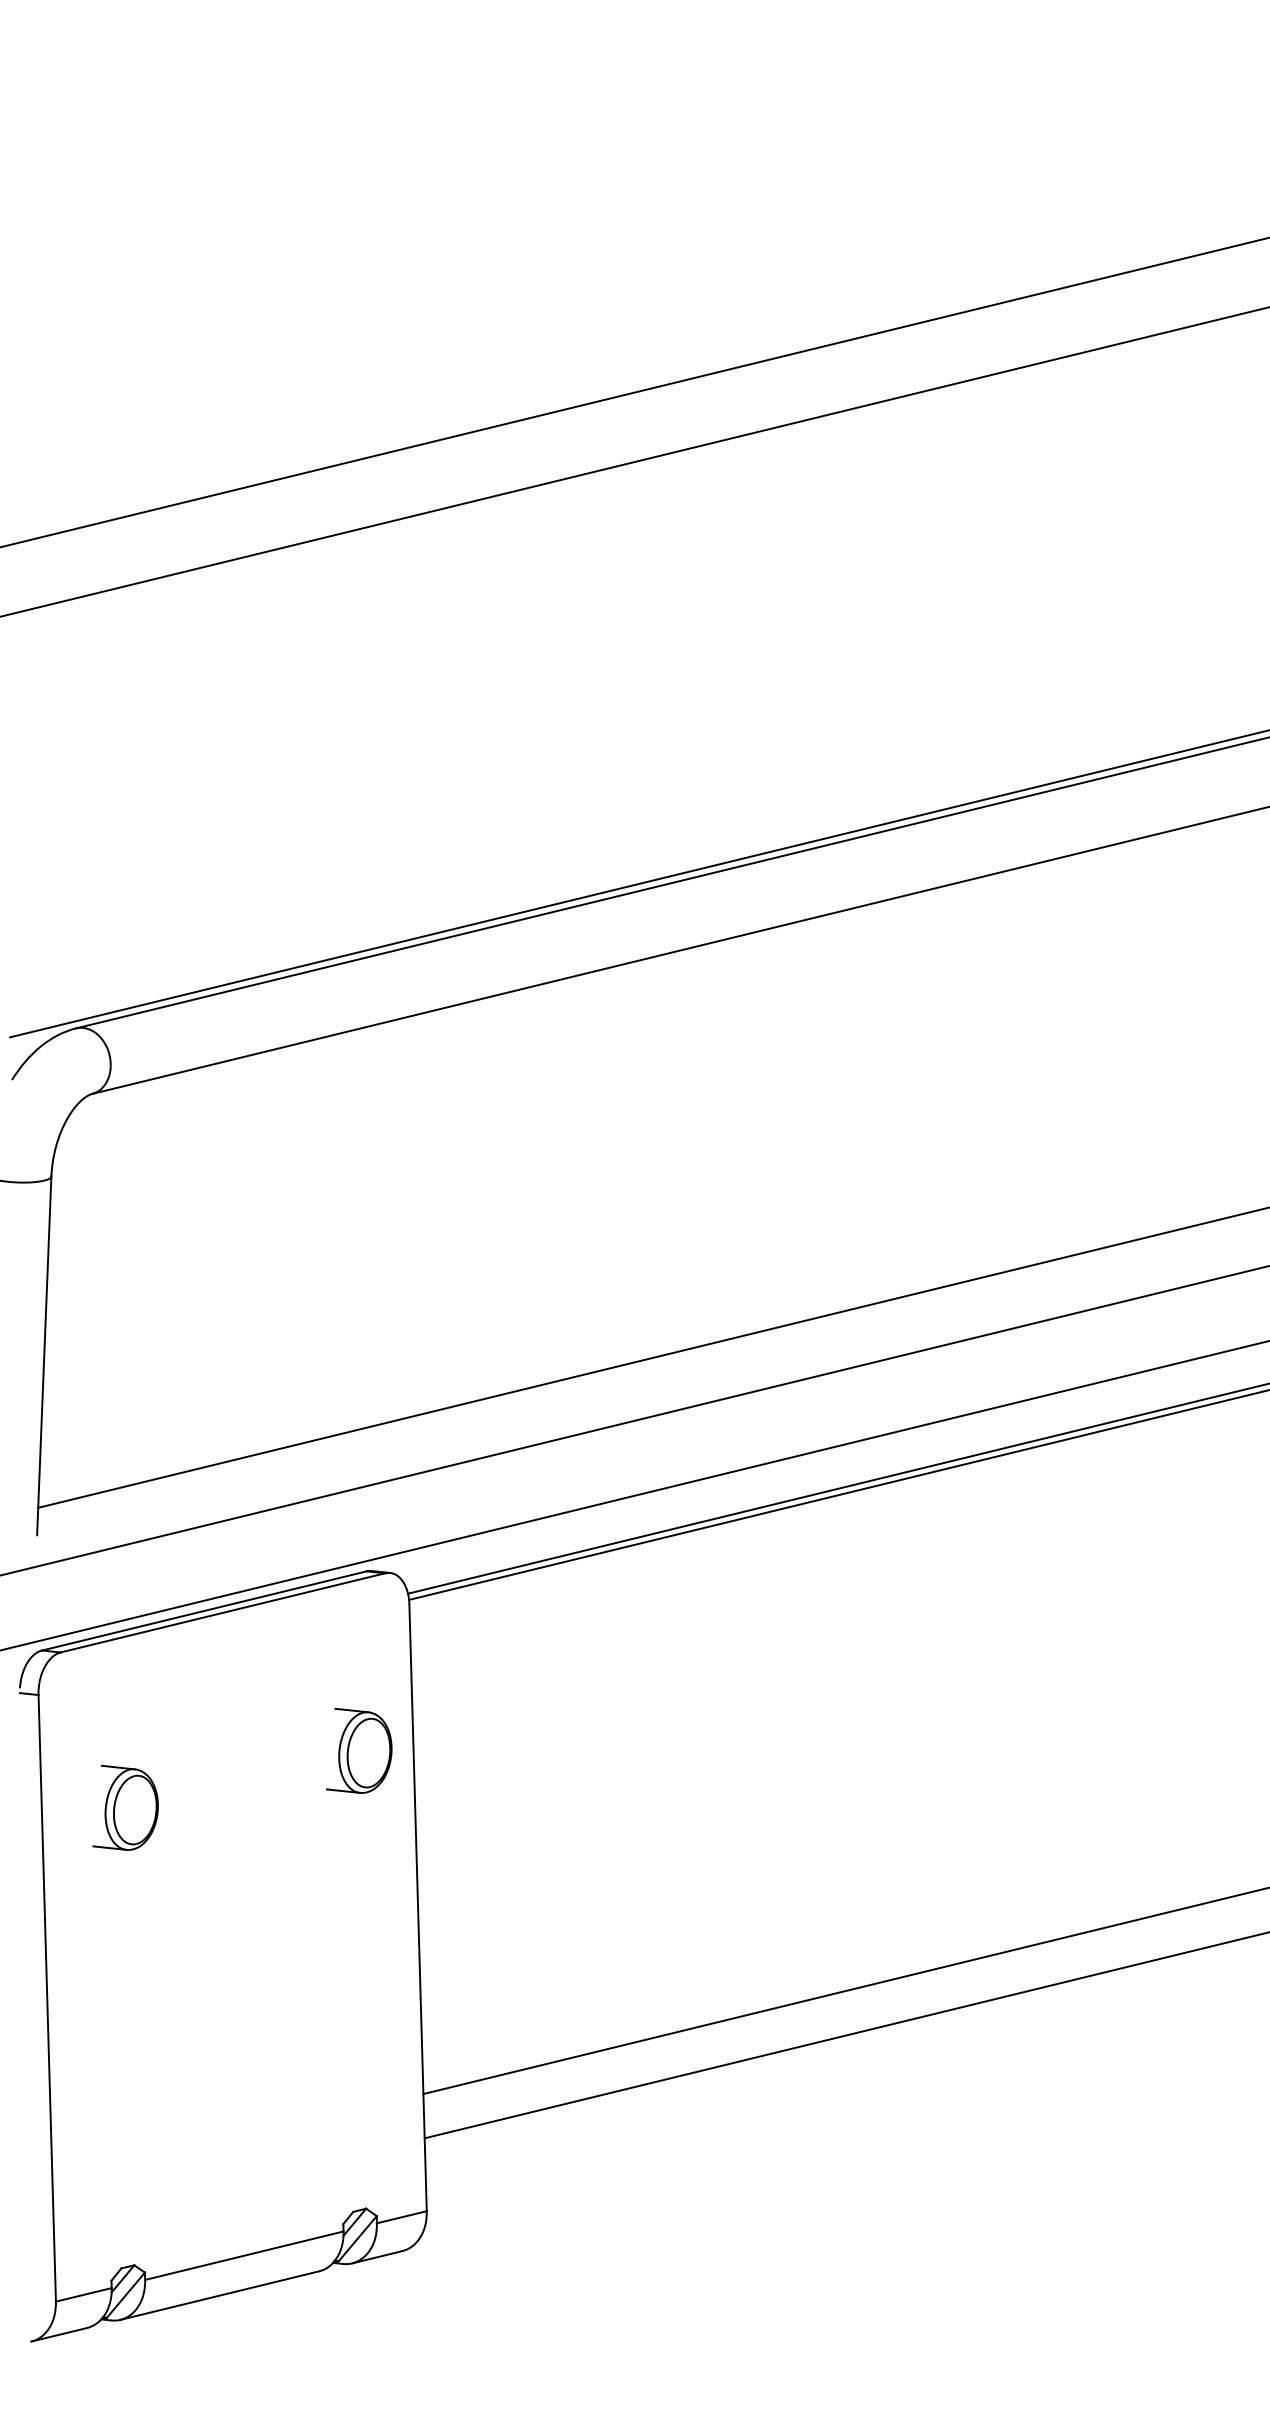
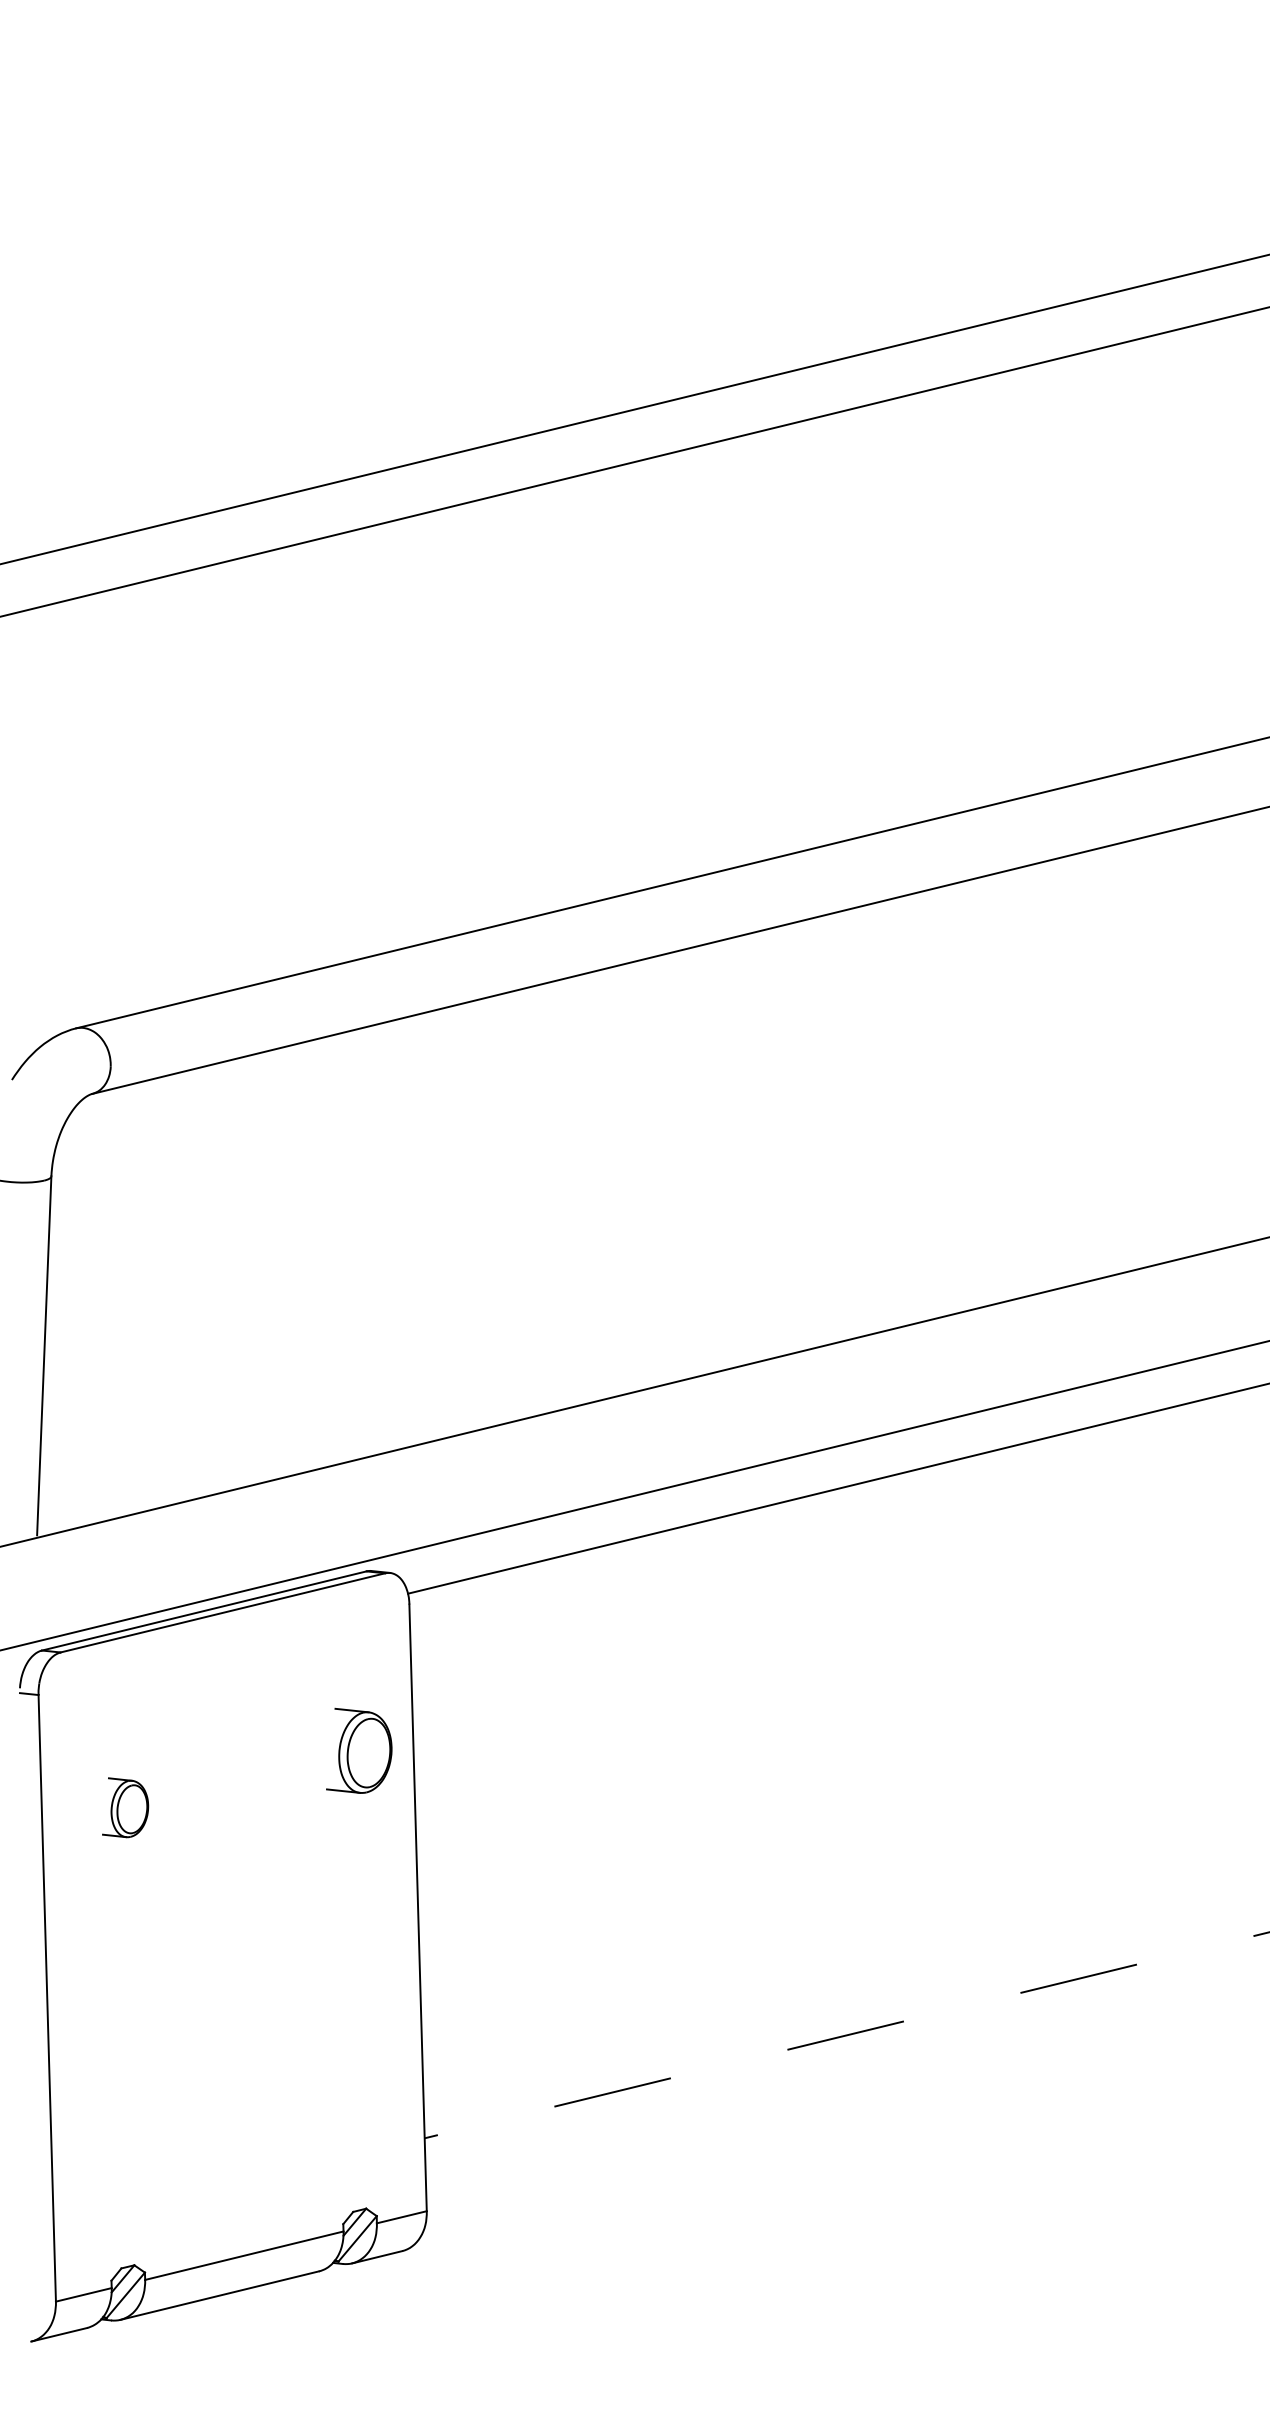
line at (634, 392) position: (634, 392) -> (634, 409)
line at (638, 884): present -> none
line at (652, 1357): present -> none
line at (634, 1420) position: (634, 1420) -> (634, 1392)
line at (837, 1494): present -> none
part at (125, 1807) size: 67x87 px -> 48x62 px
line at (844, 1991): present -> none
line at (847, 2035): solid -> dashed
